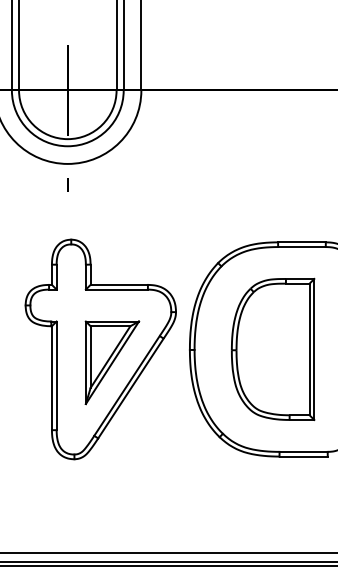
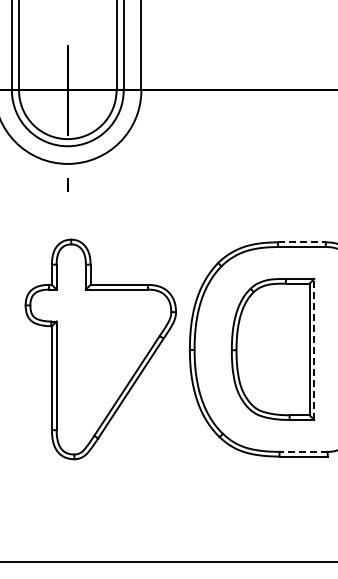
line at (301, 242): solid -> dashed
line at (314, 349): solid -> dashed
part at (112, 362): present -> none
line at (303, 451): solid -> dashed
line at (168, 552): present -> none
line at (168, 566): present -> none
